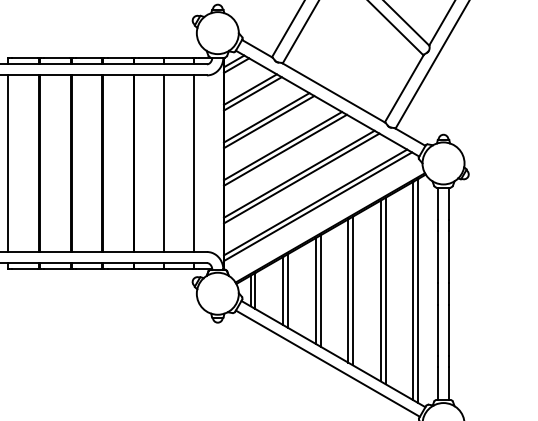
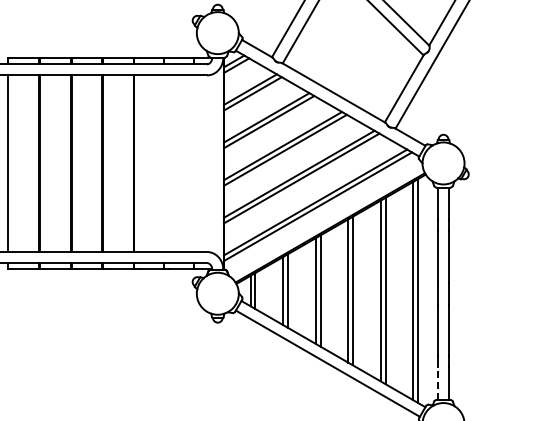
line at (164, 163): present -> none
line at (194, 163): present -> none
line at (438, 383): solid -> dashed
